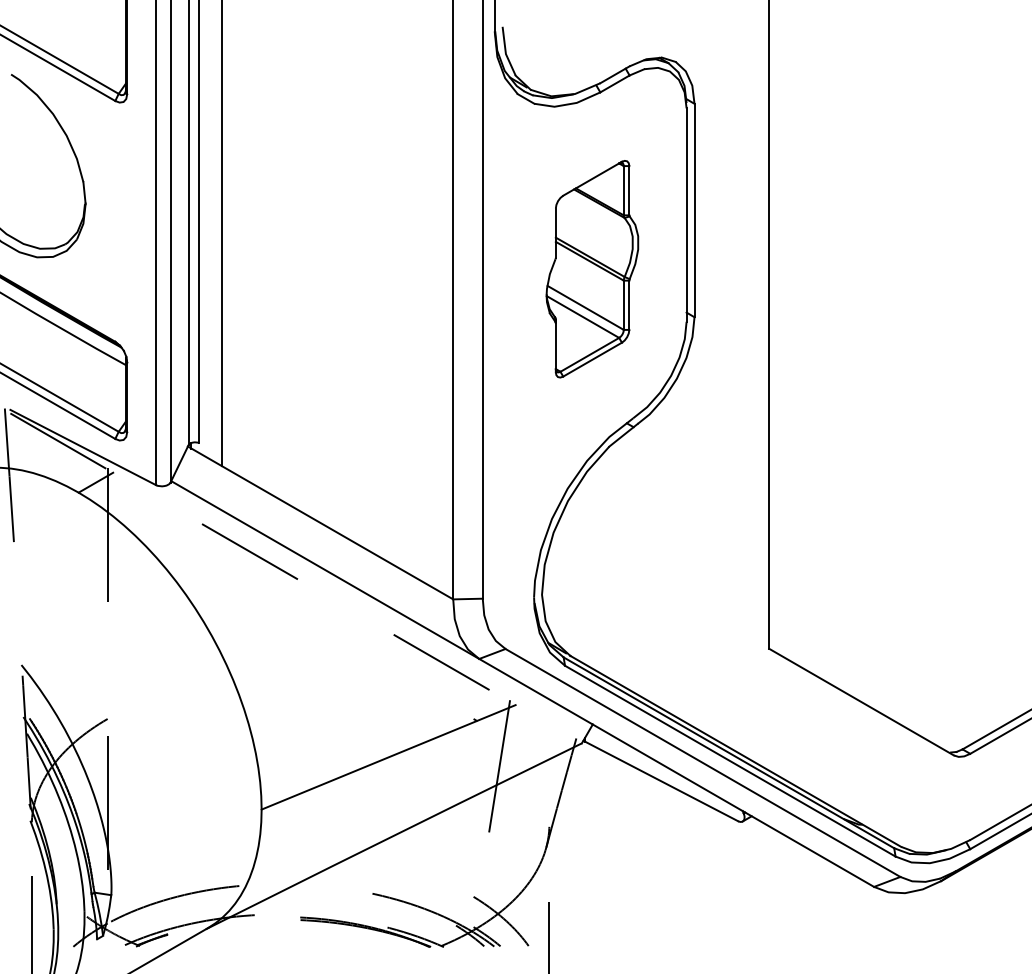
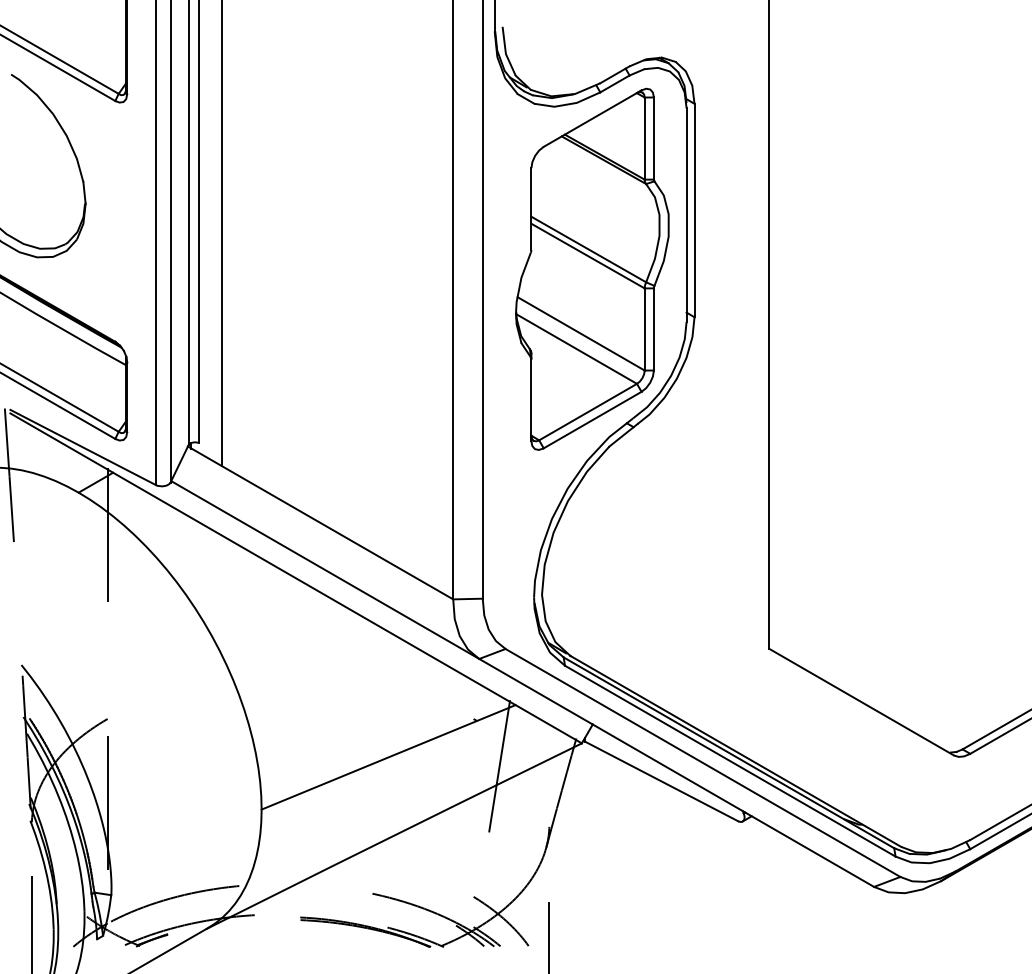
part at (592, 269) size: 95x219 px -> 155x364 px
line at (296, 578): dashed -> solid
